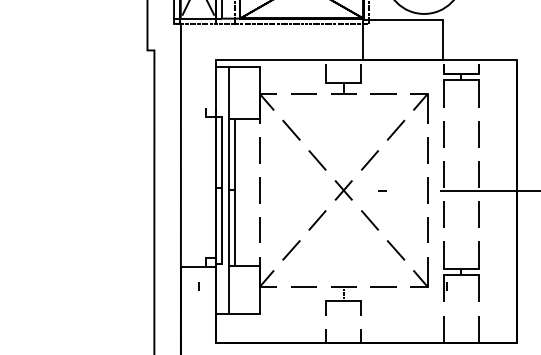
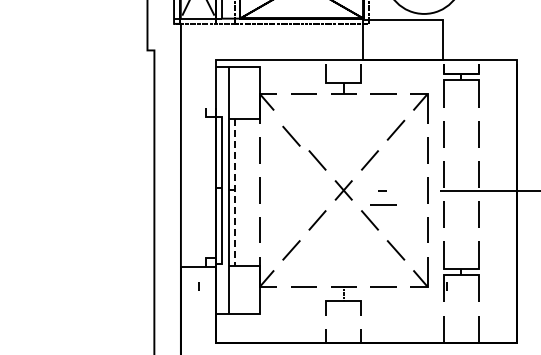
line at (291, 129) position: (291, 129) -> (291, 135)
line at (234, 192): solid -> dashed
line at (383, 204): none -> present
